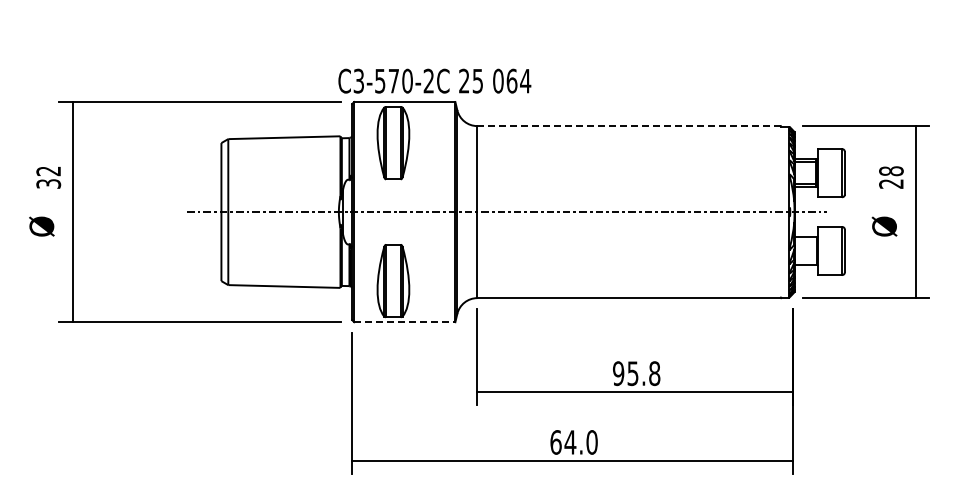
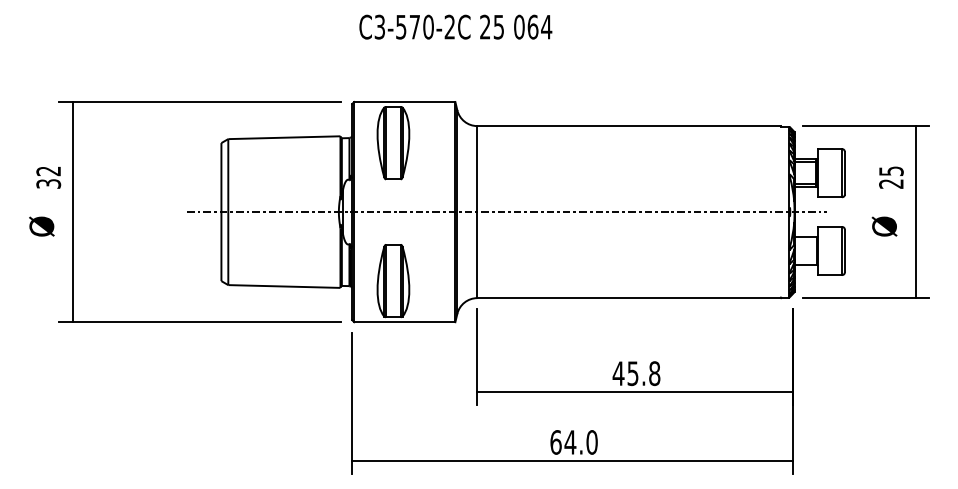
text at (434, 80) position: (434, 80) -> (455, 26)
line at (629, 126): dashed -> solid
text at (891, 171): 28 -> 25
line at (404, 322): dashed -> solid
text at (618, 373): 95.8 -> 45.8
